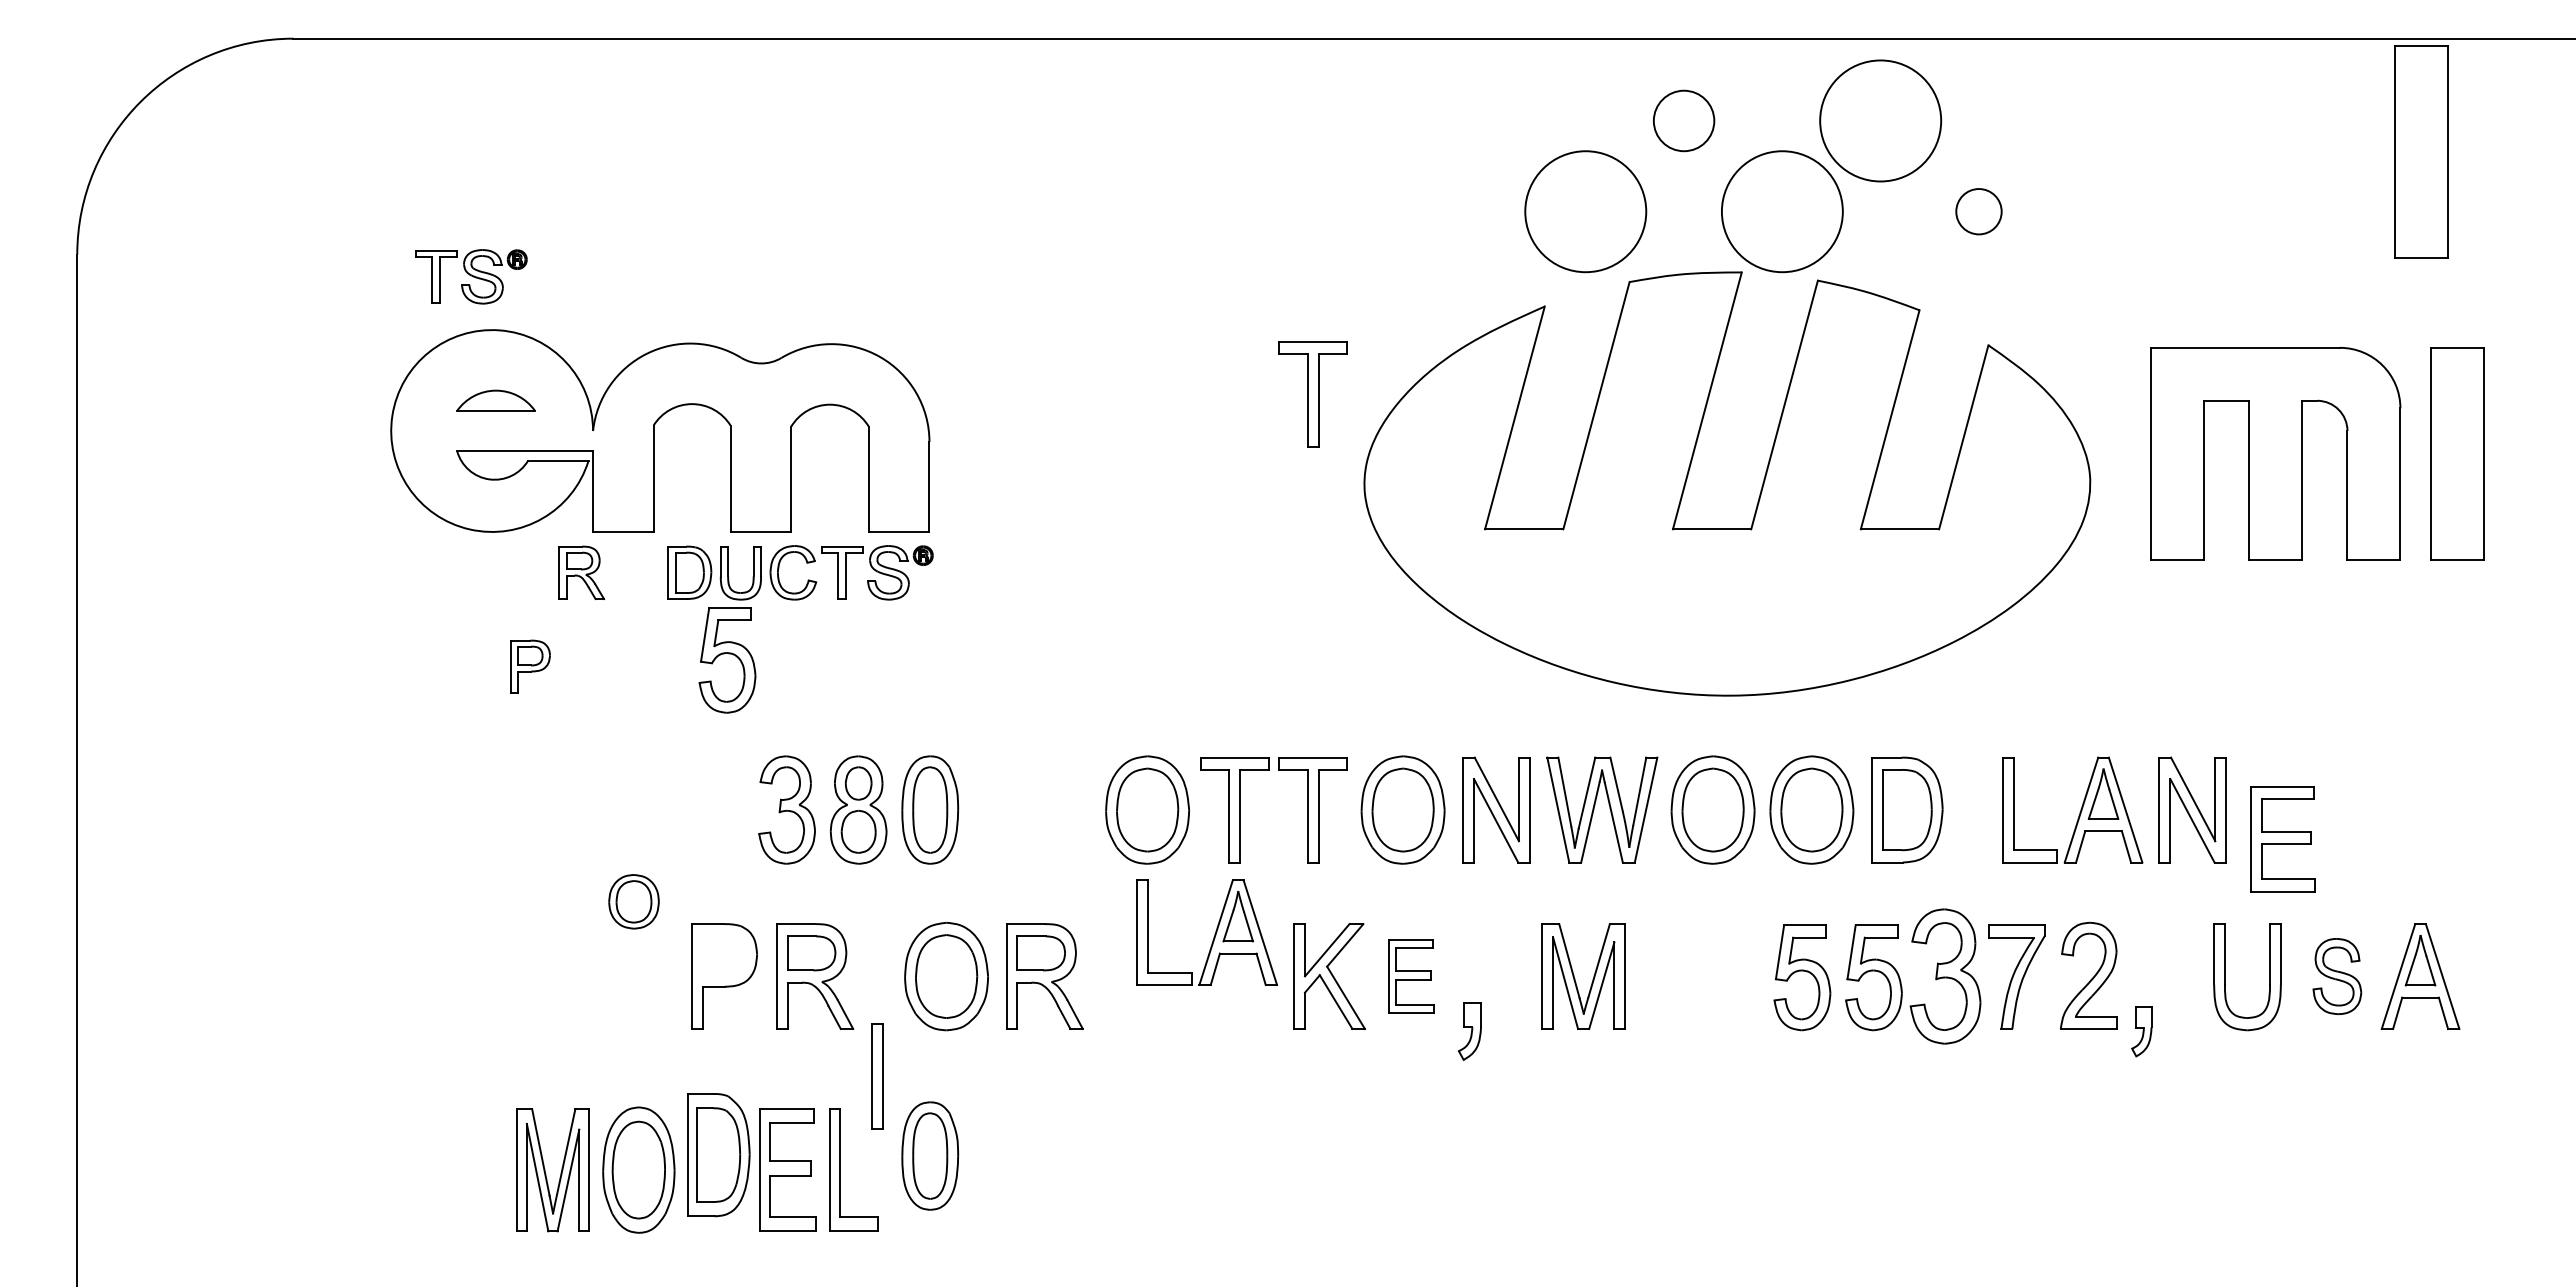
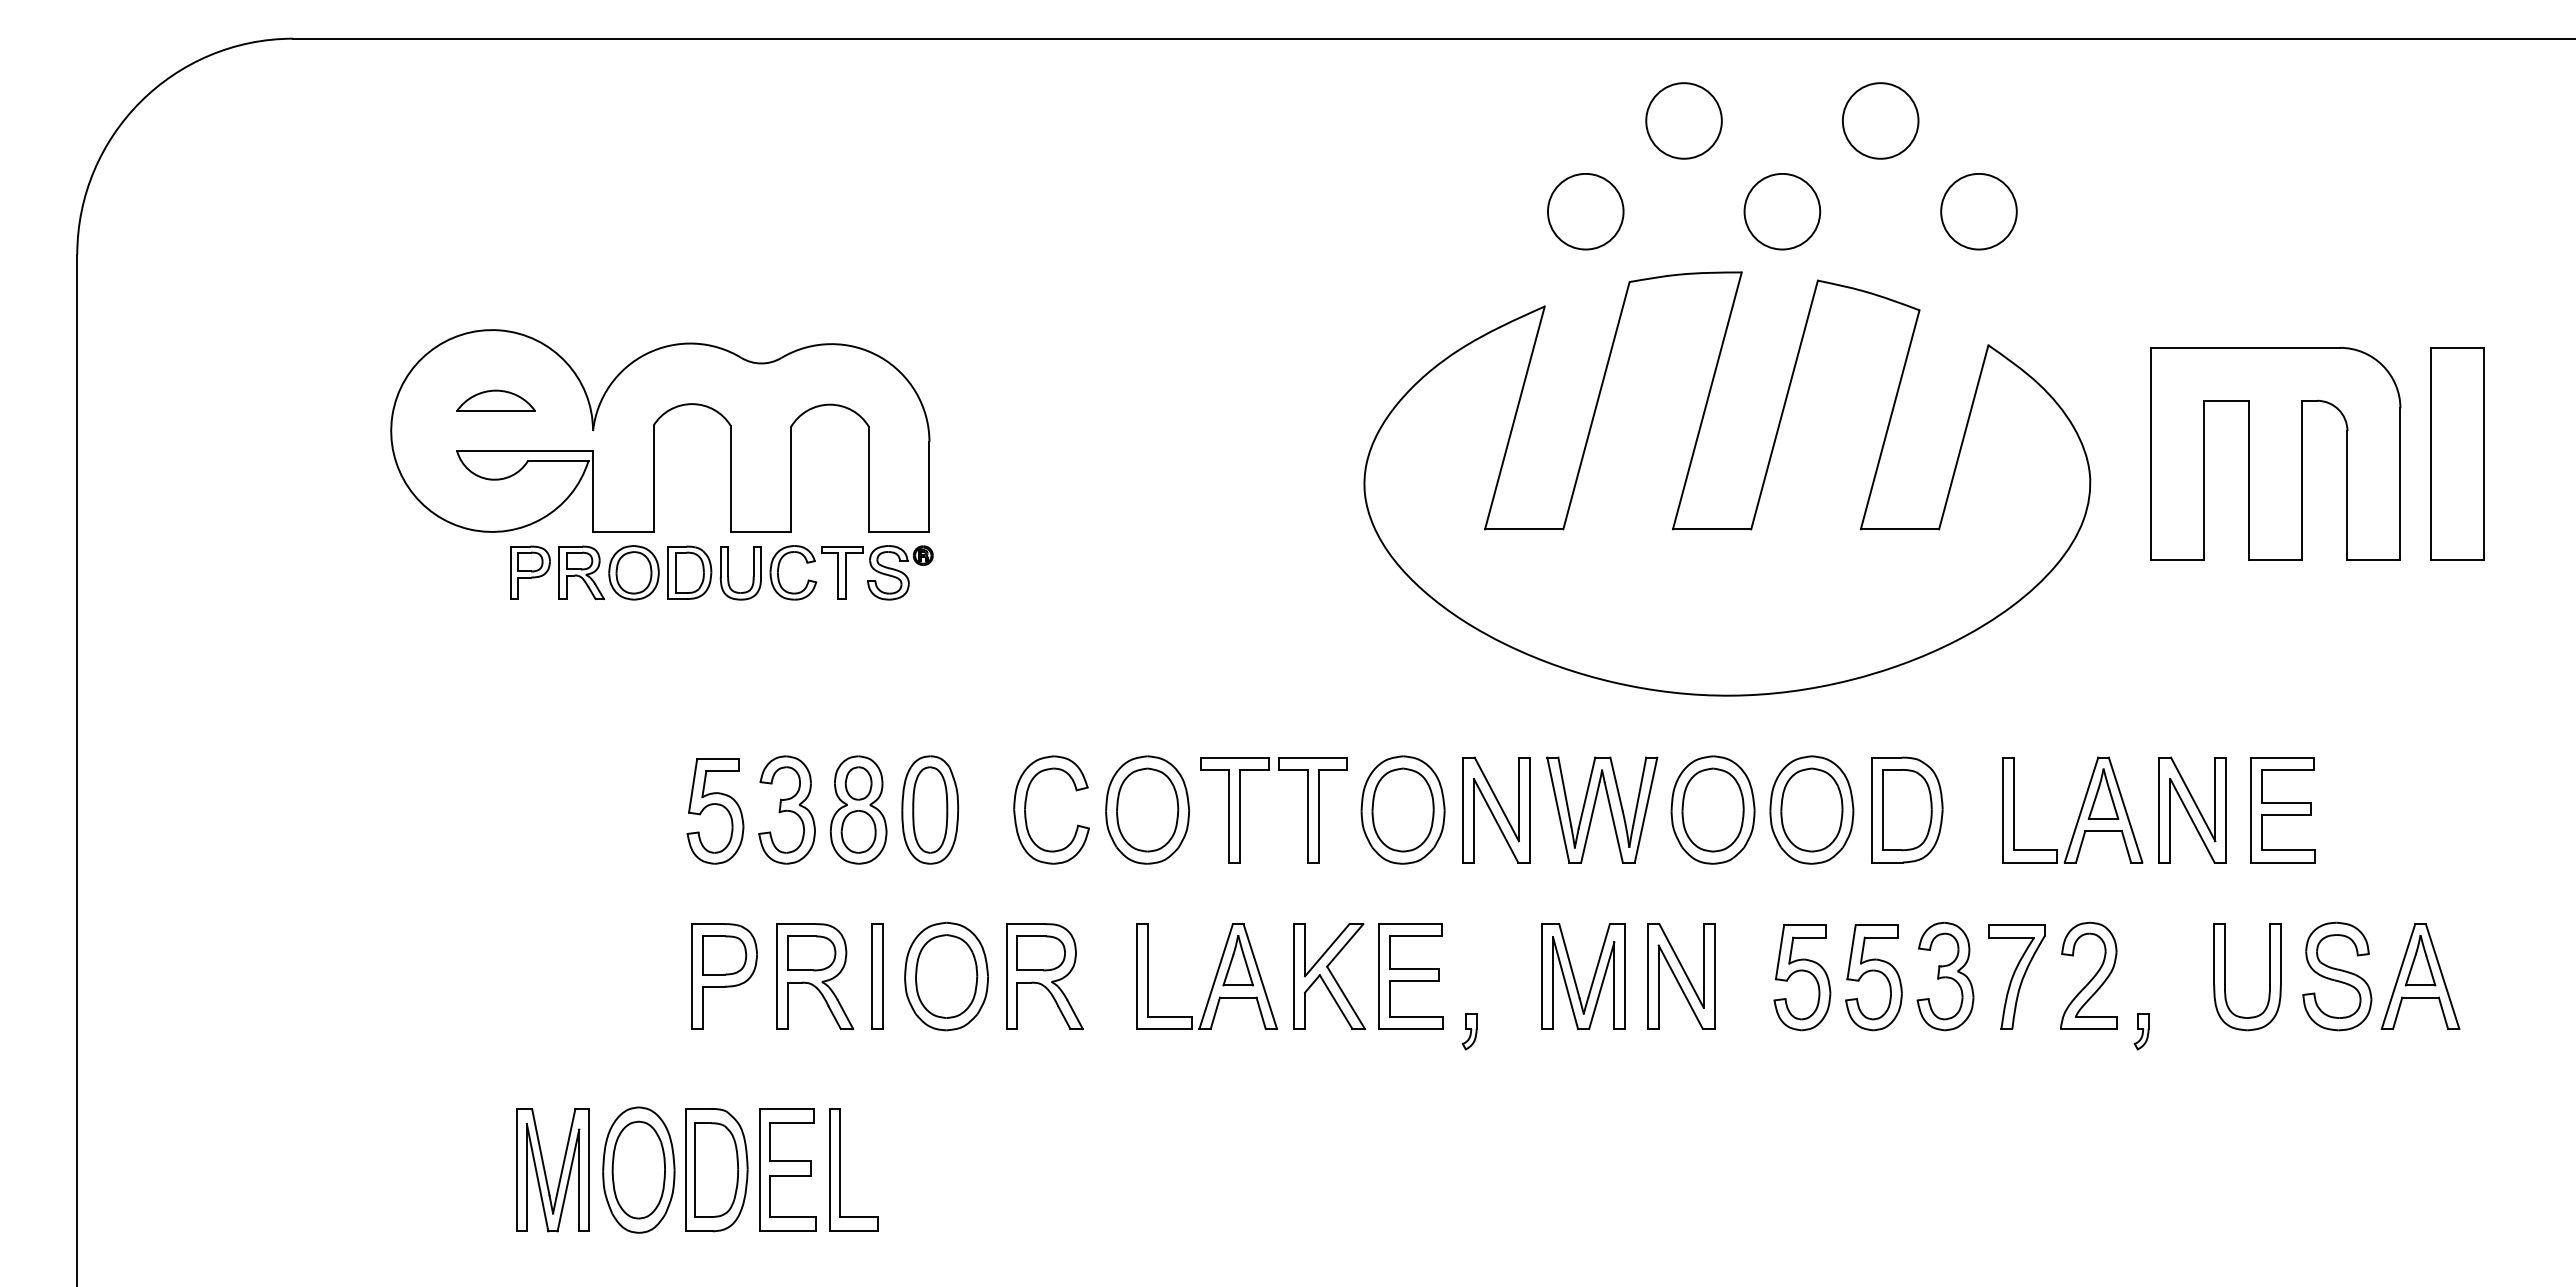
circle at (1683, 120) diameter: 60 px -> 76 px
circle at (1880, 120) diameter: 121 px -> 76 px
part at (2421, 151): present -> none
circle at (1585, 211) diameter: 121 px -> 76 px
circle at (1781, 211) diameter: 121 px -> 76 px
circle at (1978, 211) diameter: 45 px -> 76 px
part at (471, 276): present -> none
part at (1312, 394): present -> none
part at (728, 654) position: (728, 654) -> (716, 805)
part at (530, 666) position: (530, 666) -> (530, 572)
part at (1026, 806): none -> present
part at (2282, 839) position: (2282, 839) -> (2282, 810)
part at (633, 901) position: (633, 901) -> (633, 572)
part at (1214, 933) position: (1214, 933) -> (1214, 977)
part at (724, 955): none -> present
part at (1411, 976) size: 47x75 px -> 66x107 px
part at (1681, 976): none -> present
part at (1945, 976) size: 73x137 px -> 59x111 px
part at (2337, 976) size: 51x78 px -> 71x111 px
part at (1469, 1031) size: 24x59 px -> 17x38 px
part at (2141, 1031) size: 22x52 px -> 17x38 px
part at (877, 1076) position: (877, 1076) -> (877, 976)
part at (718, 1155) position: (718, 1155) -> (716, 1170)
part at (930, 1155): present -> none
